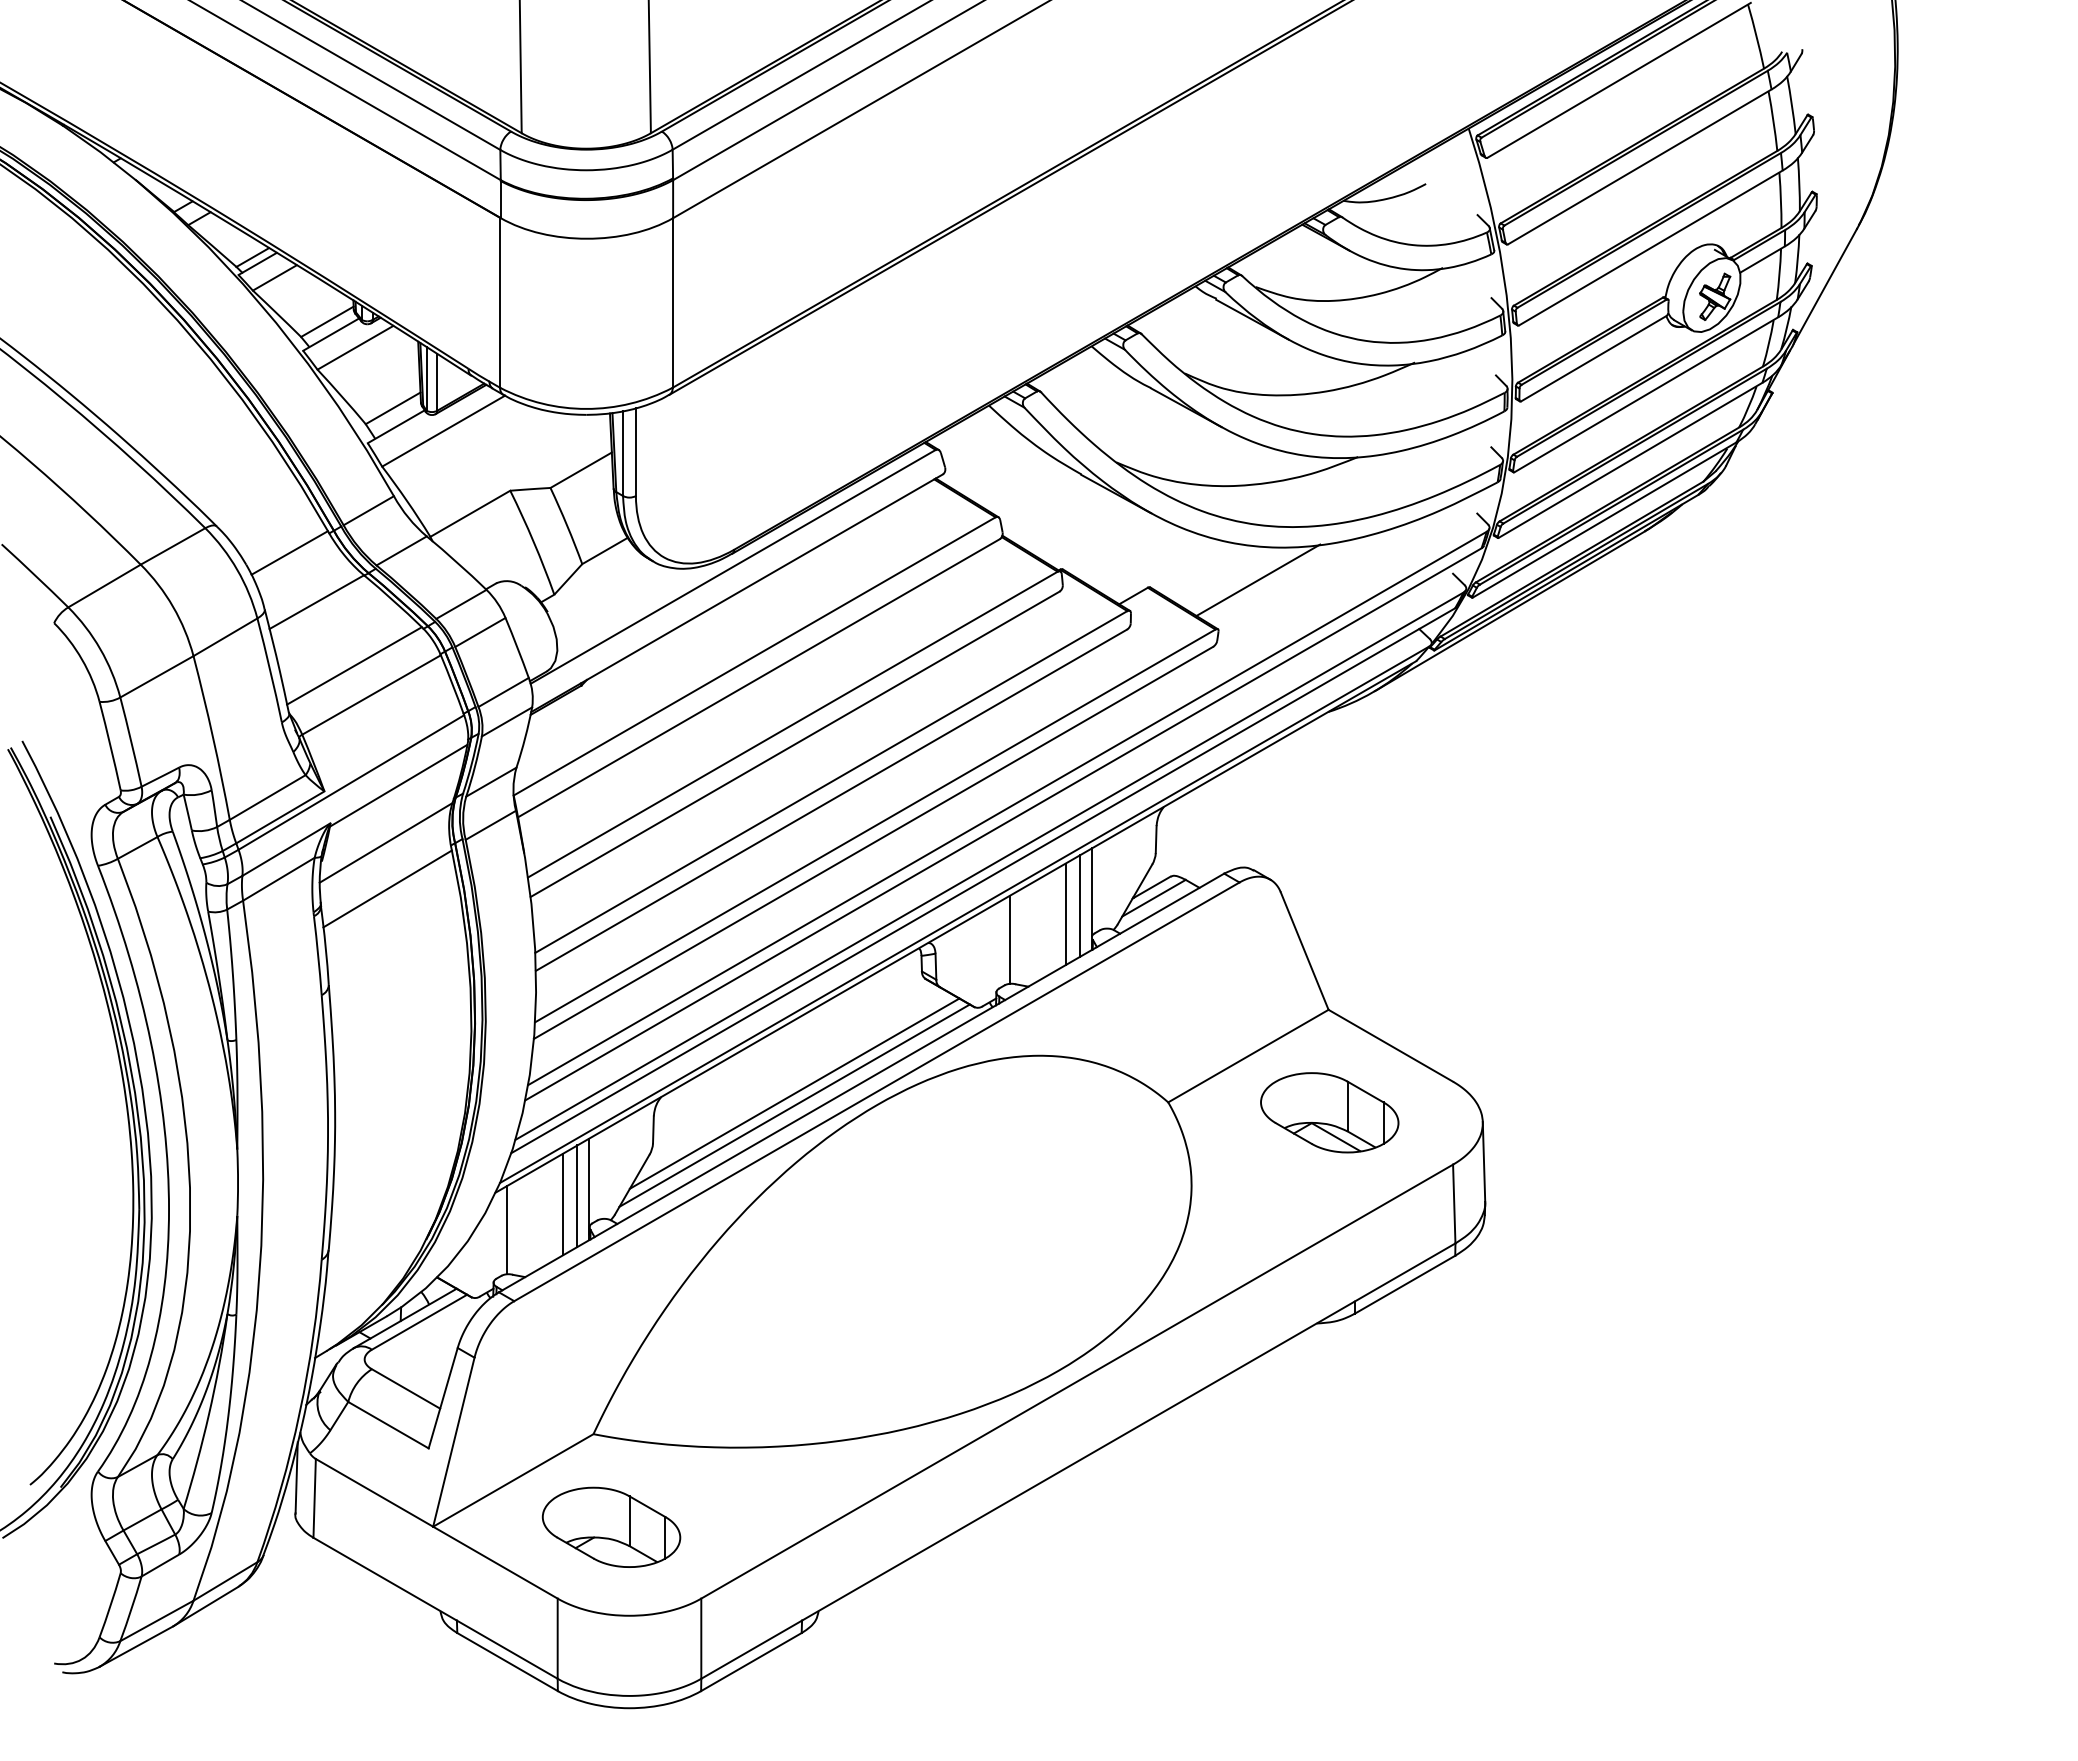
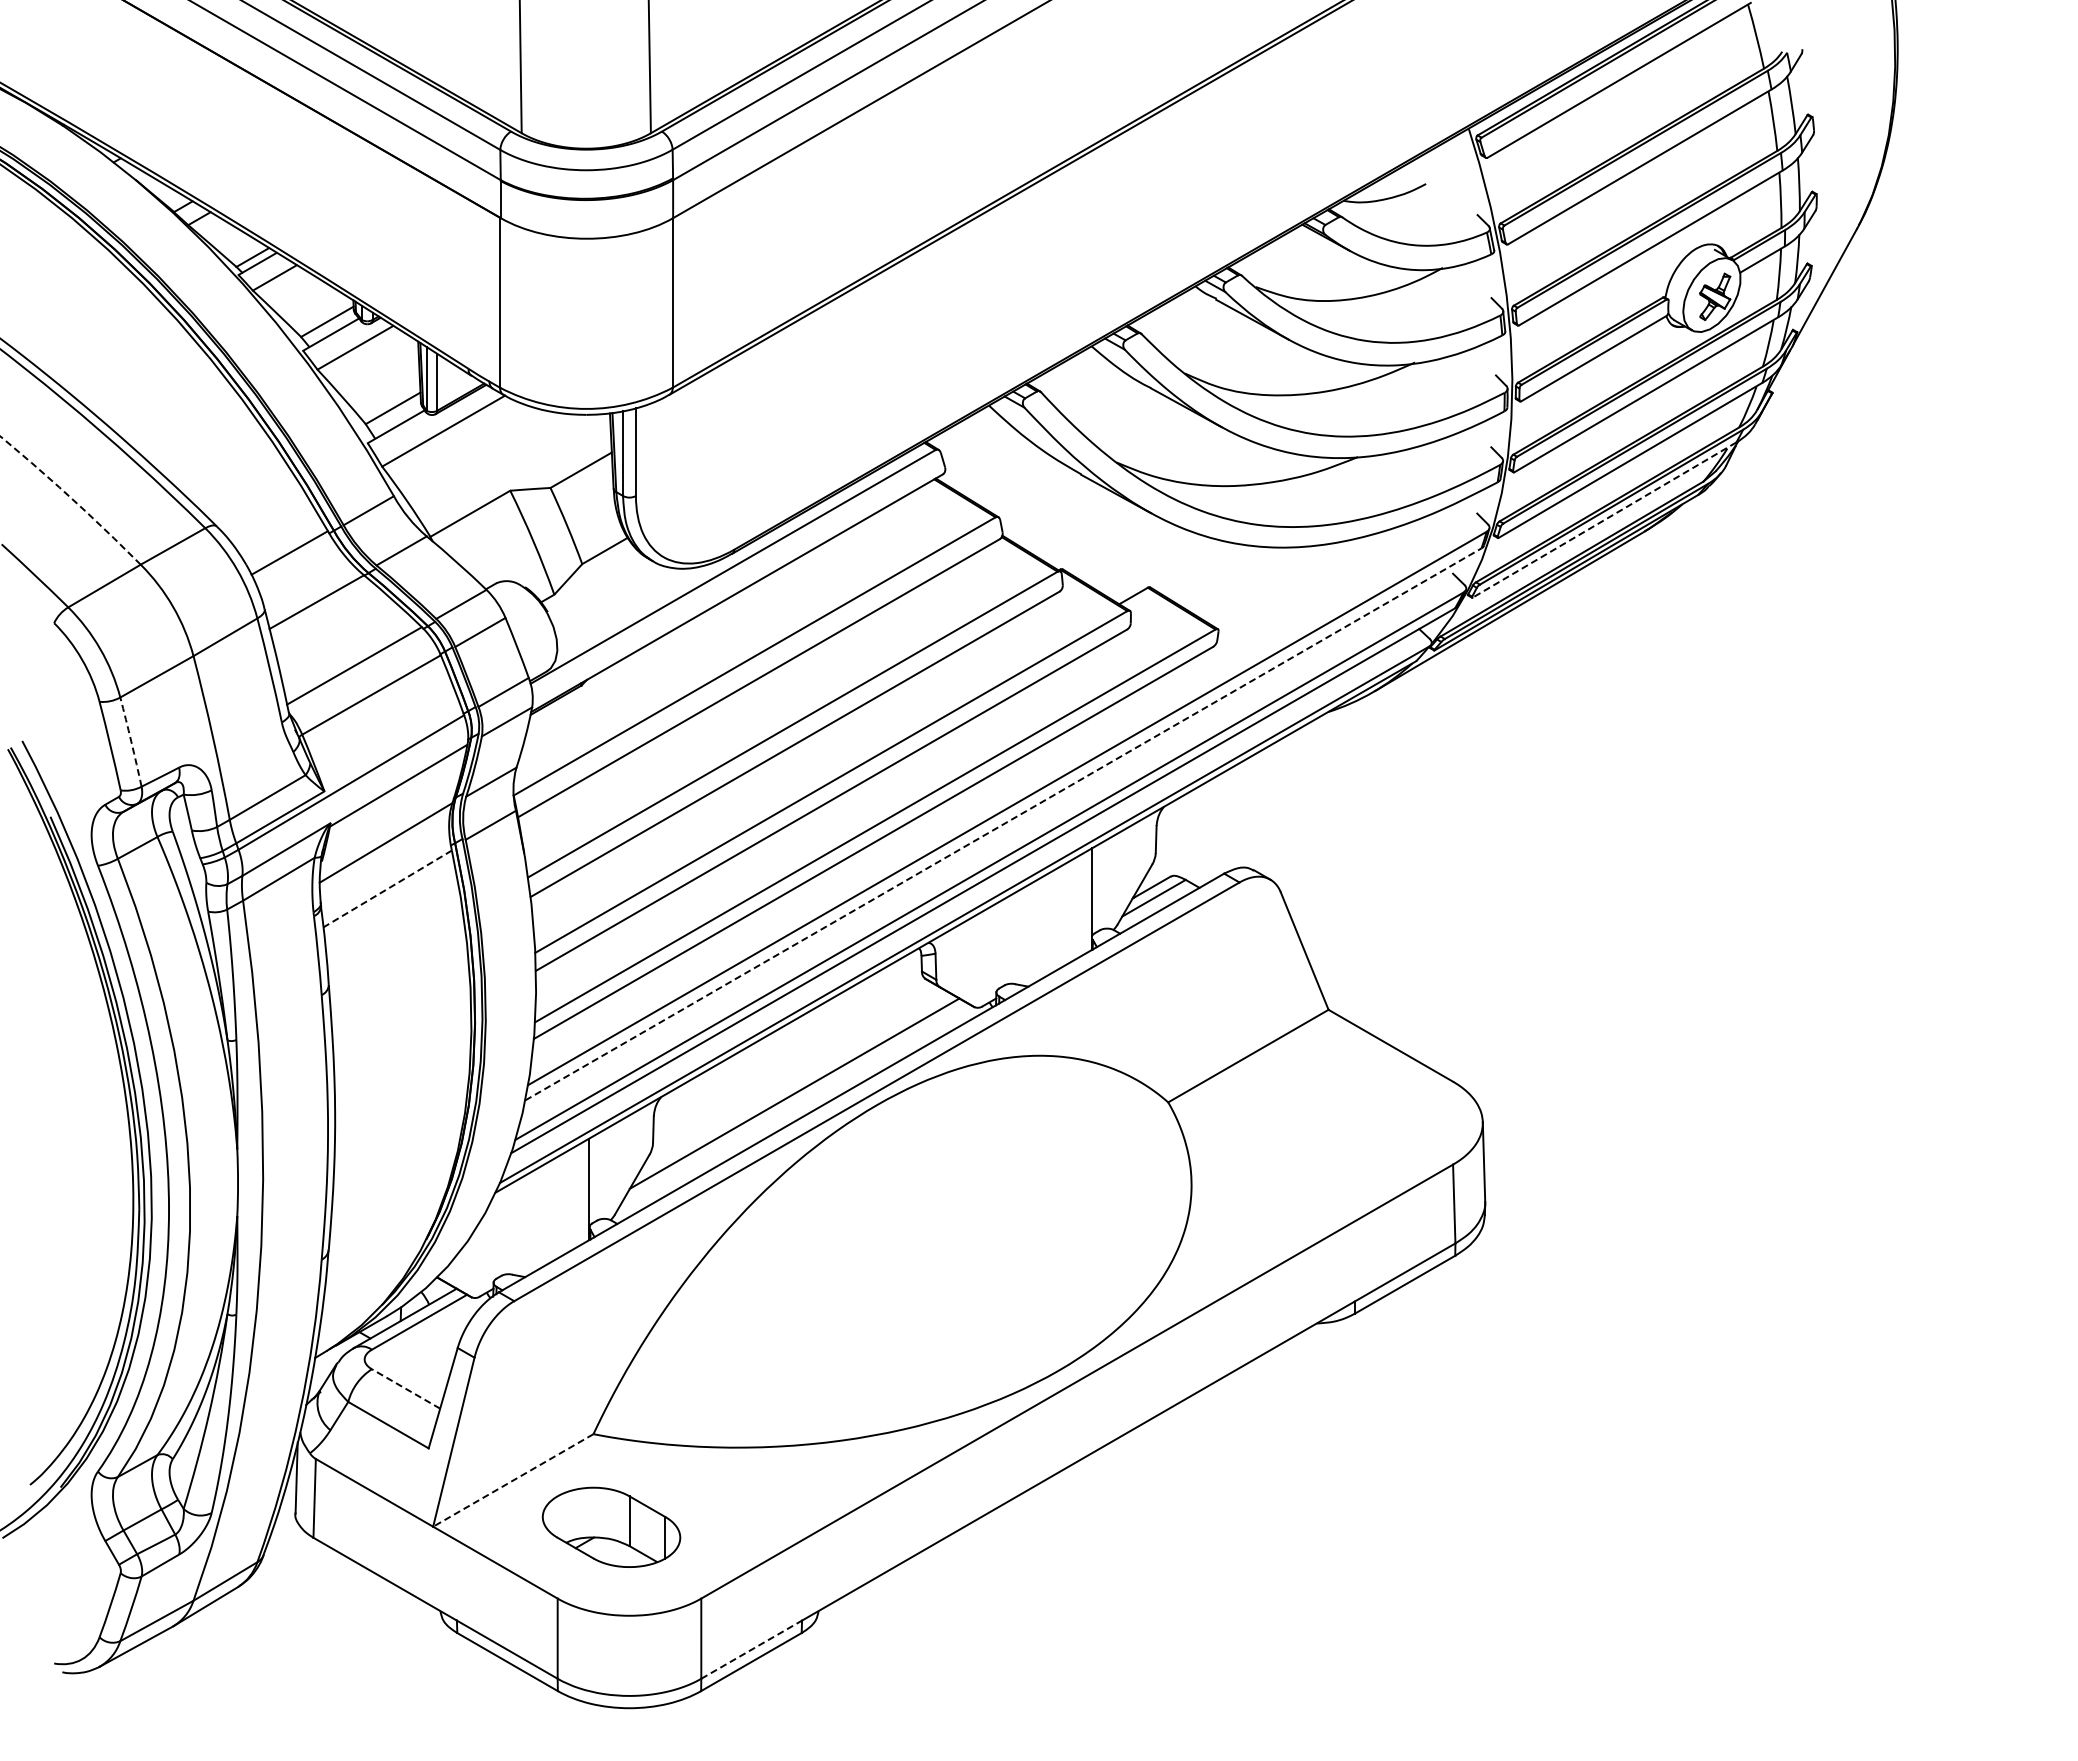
arc at (71, 498): solid -> dashed
line at (1604, 519): solid -> dashed
line at (1258, 579): present -> none
arc at (131, 742): solid -> dashed
line at (1003, 824): solid -> dashed
line at (387, 888): solid -> dashed
line at (1080, 905): present -> none
line at (1065, 914): present -> none
line at (1010, 939): present -> none
line at (794, 1105): present -> none
part at (1329, 1112): present -> none
line at (577, 1196): present -> none
line at (563, 1204): present -> none
line at (507, 1229): present -> none
line at (405, 1388): solid -> dashed
line at (513, 1480): solid -> dashed
line at (752, 1649): solid -> dashed
